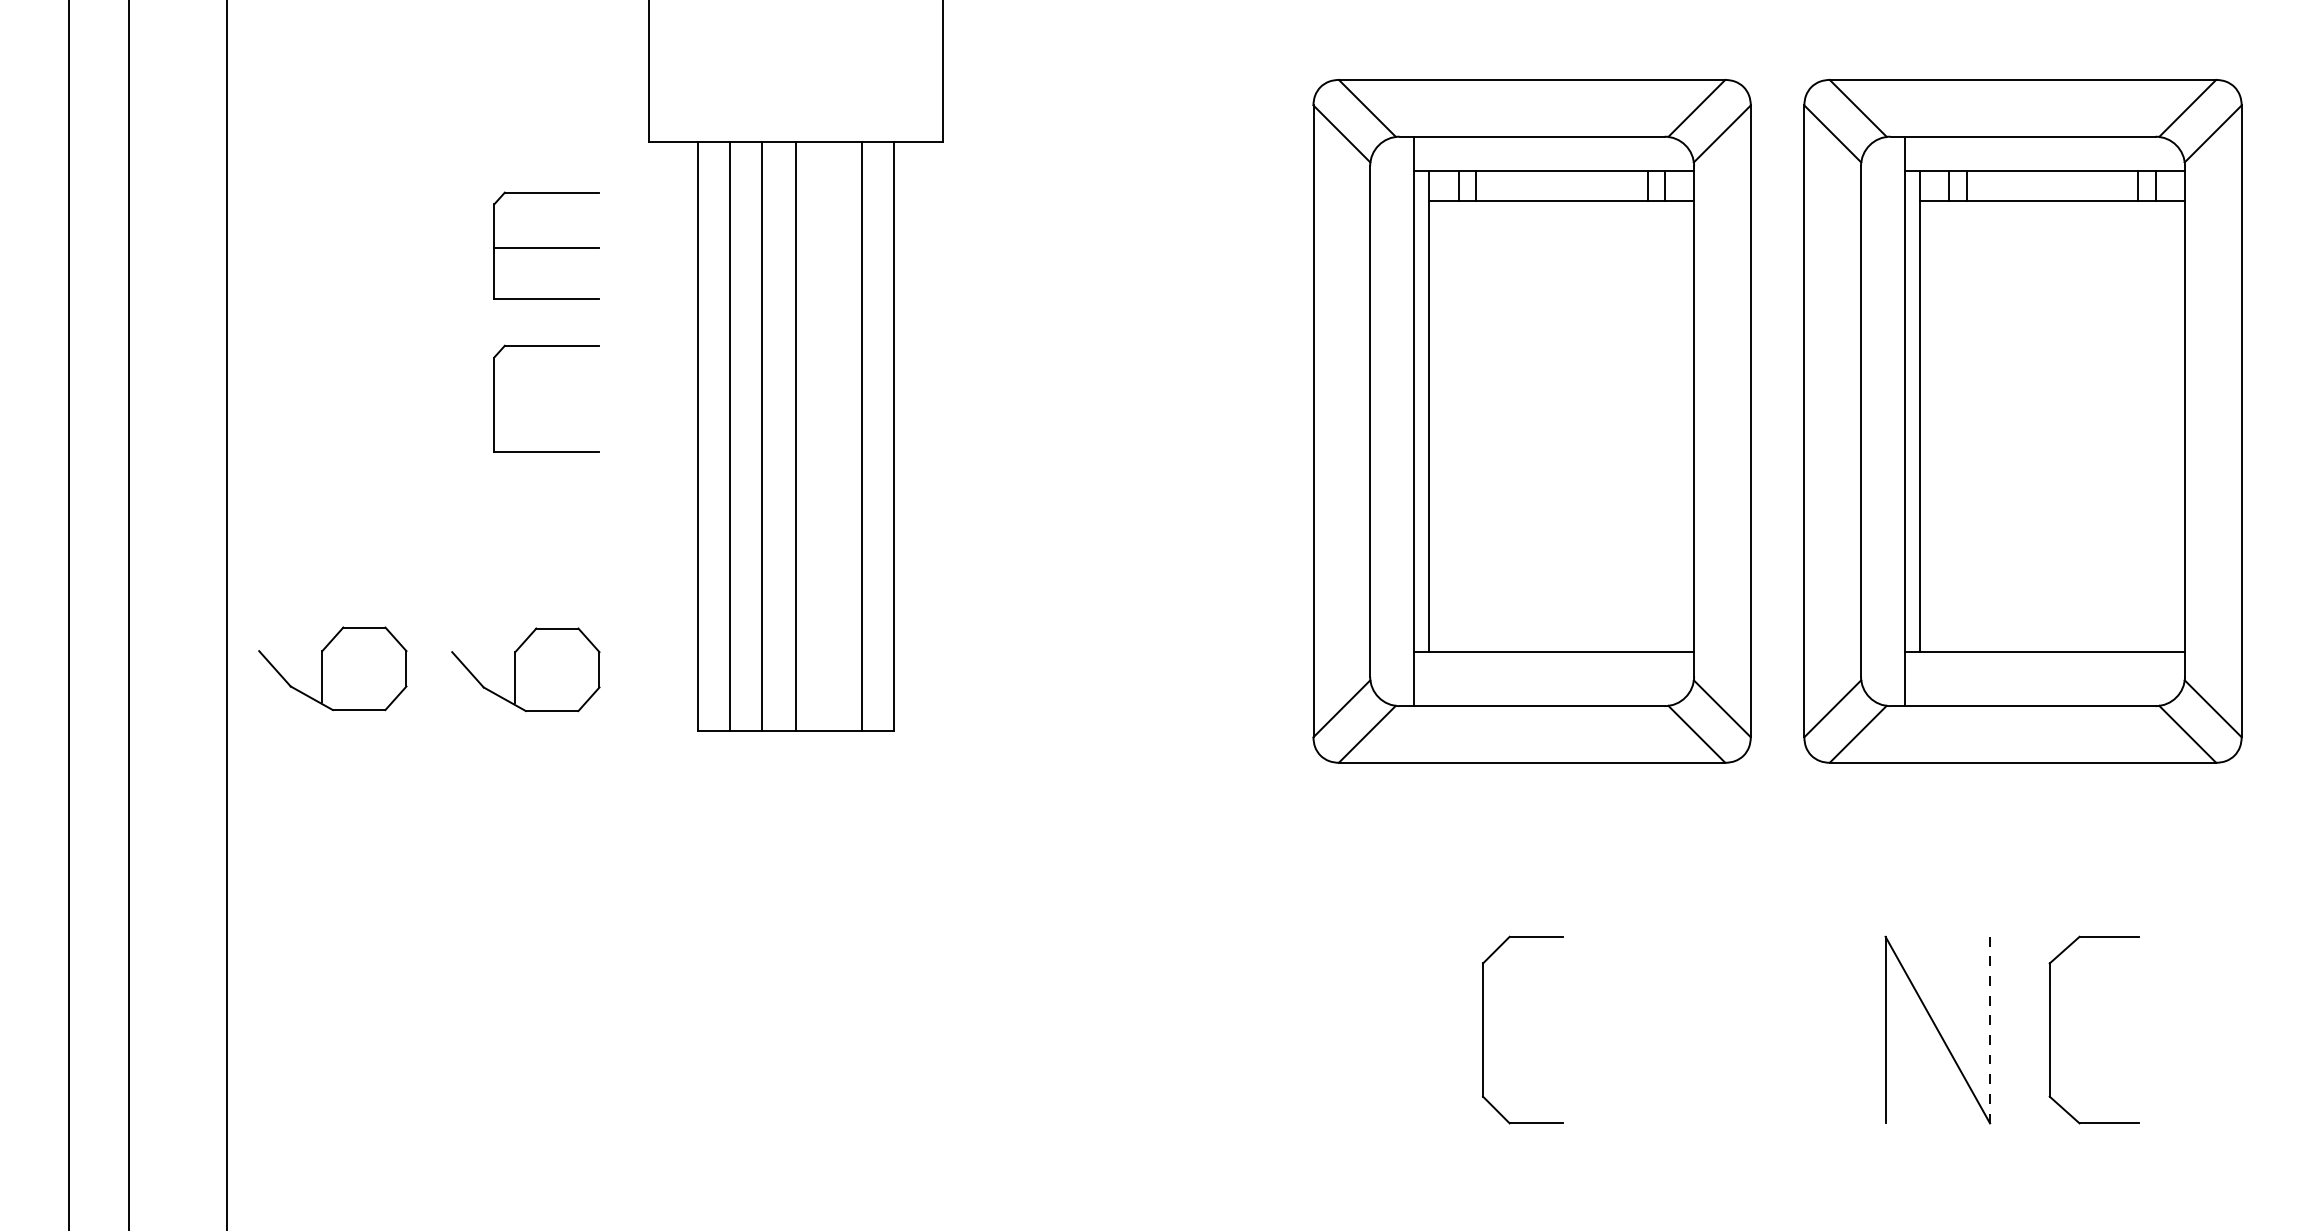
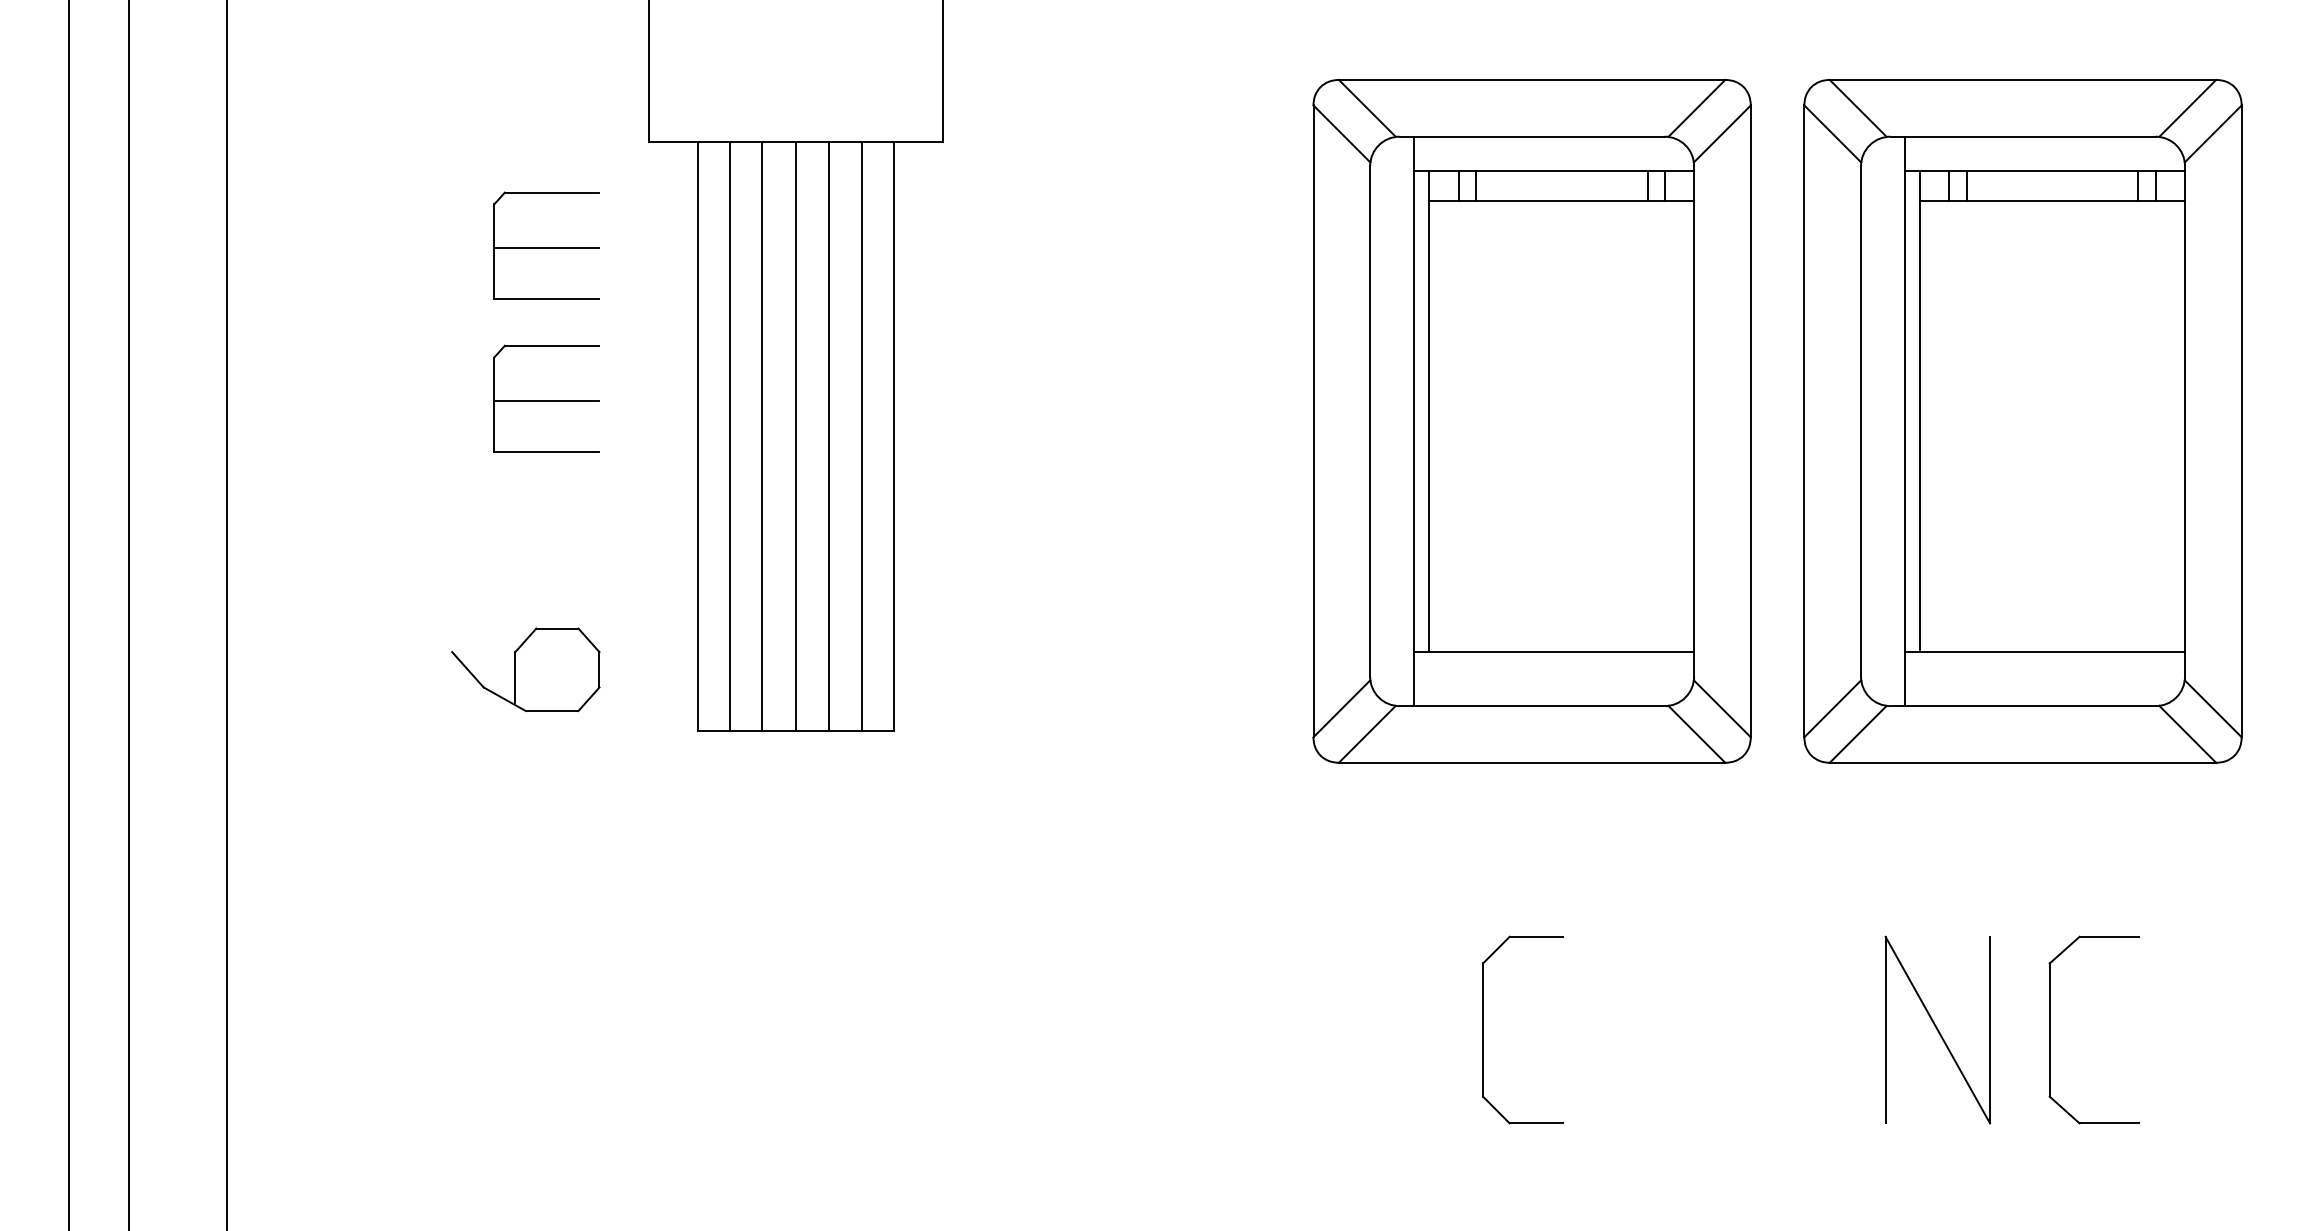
line at (546, 400): none -> present
line at (829, 435): none -> present
part at (332, 668): present -> none
line at (1990, 1029): dashed -> solid
